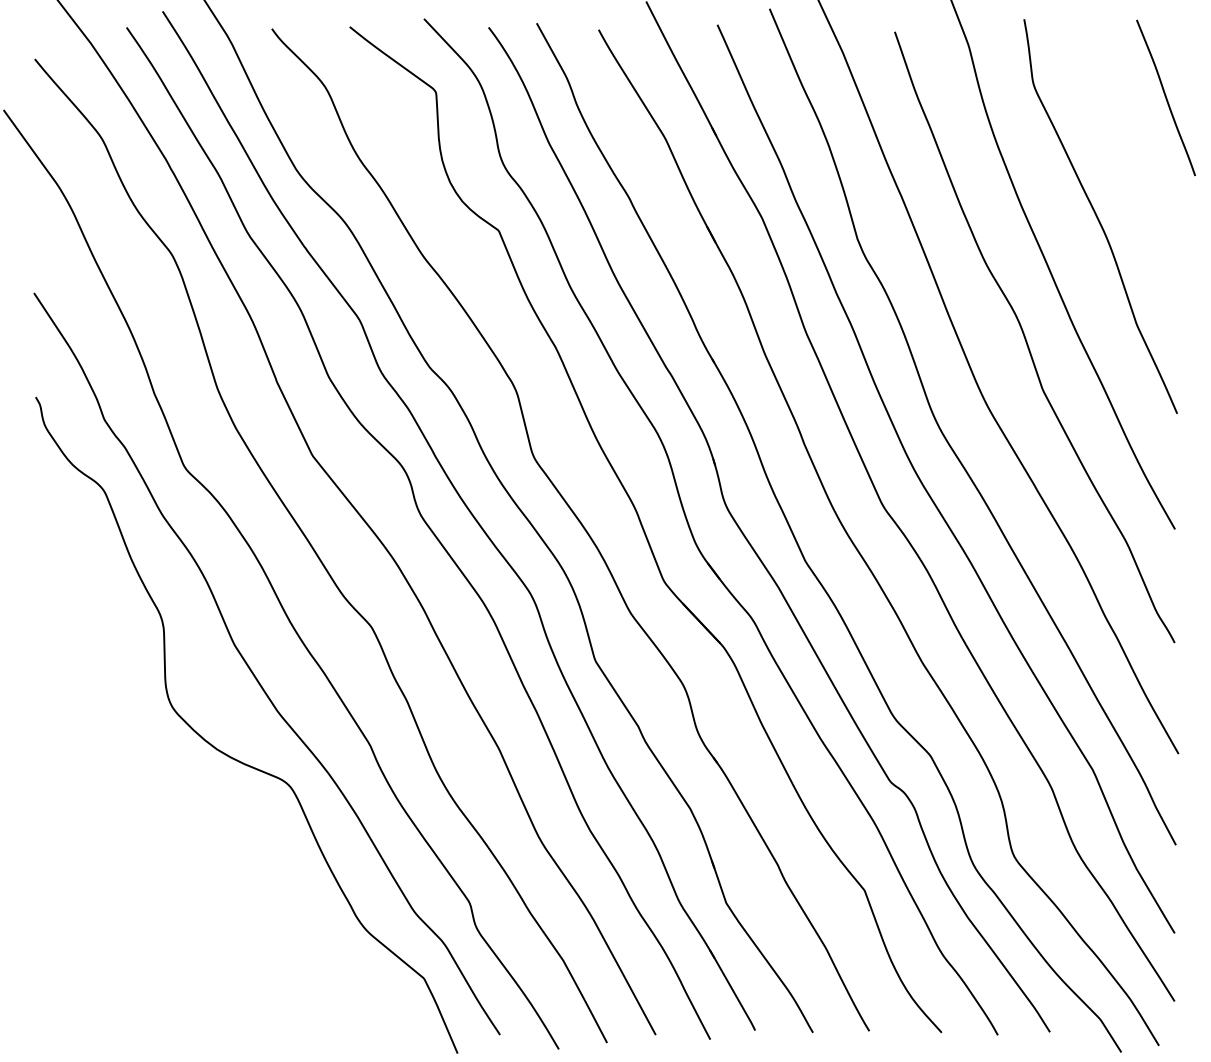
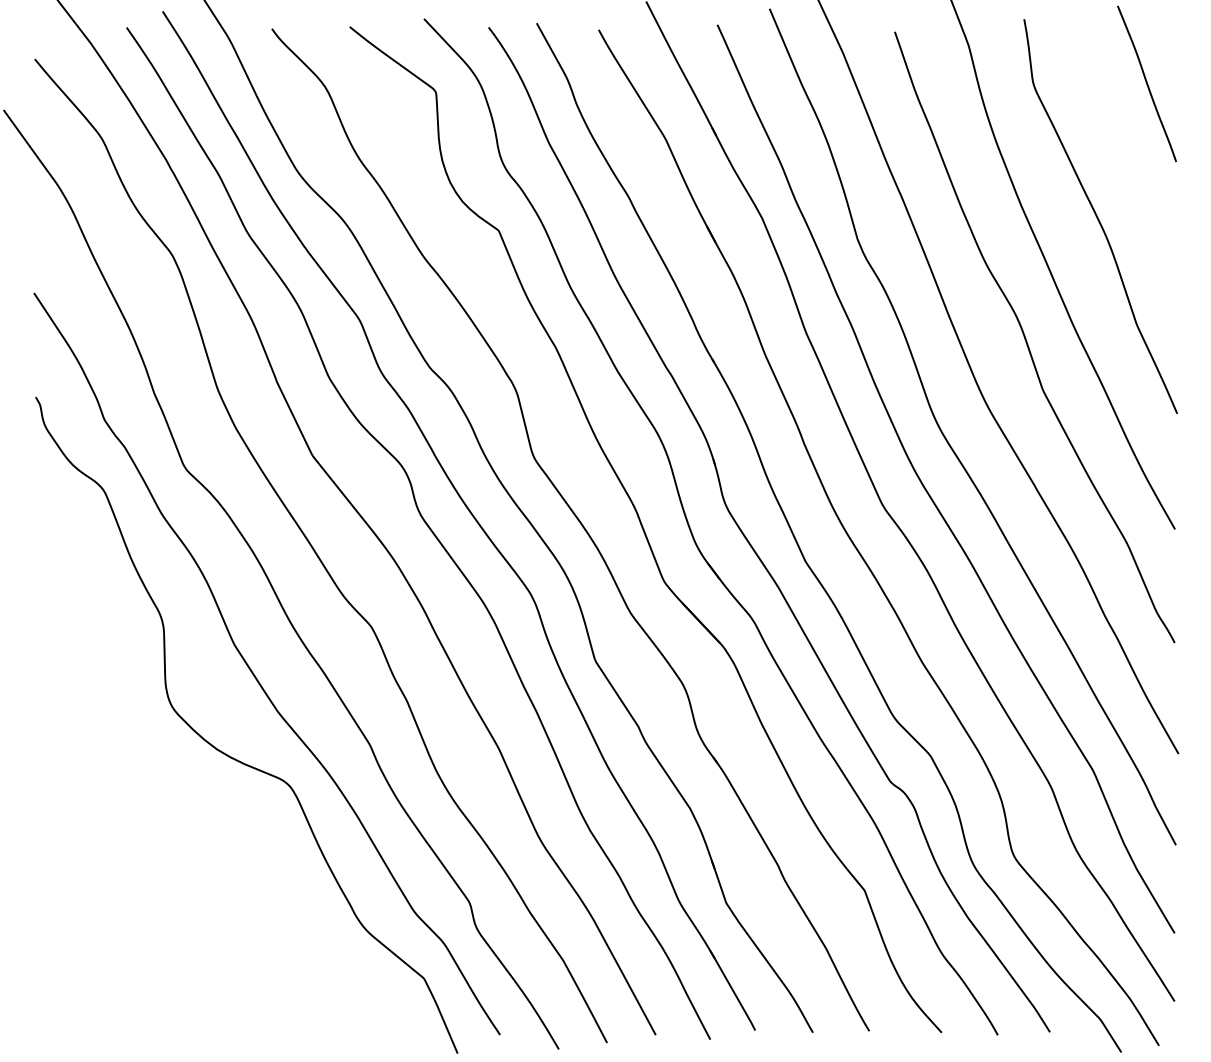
curve at (1165, 97) position: (1165, 97) -> (1146, 83)
